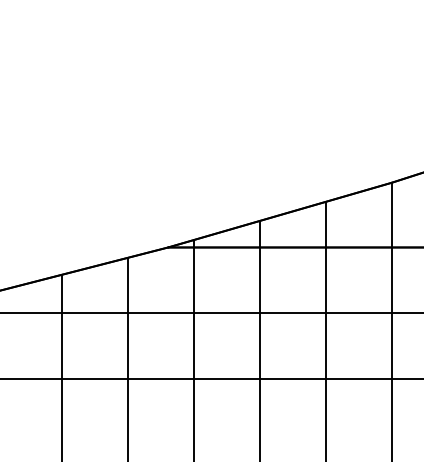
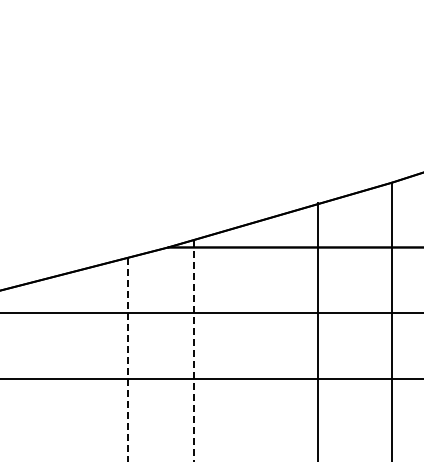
line at (325, 330) position: (325, 330) -> (317, 330)
line at (259, 339): present -> none
line at (193, 351): solid -> dashed
line at (127, 360): solid -> dashed
line at (61, 366): present -> none
